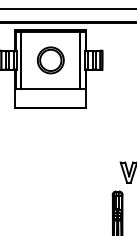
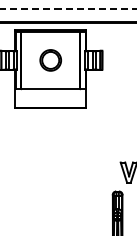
line at (68, 8): solid -> dashed
part at (50, 60) size: 29x29 px -> 23x23 px
